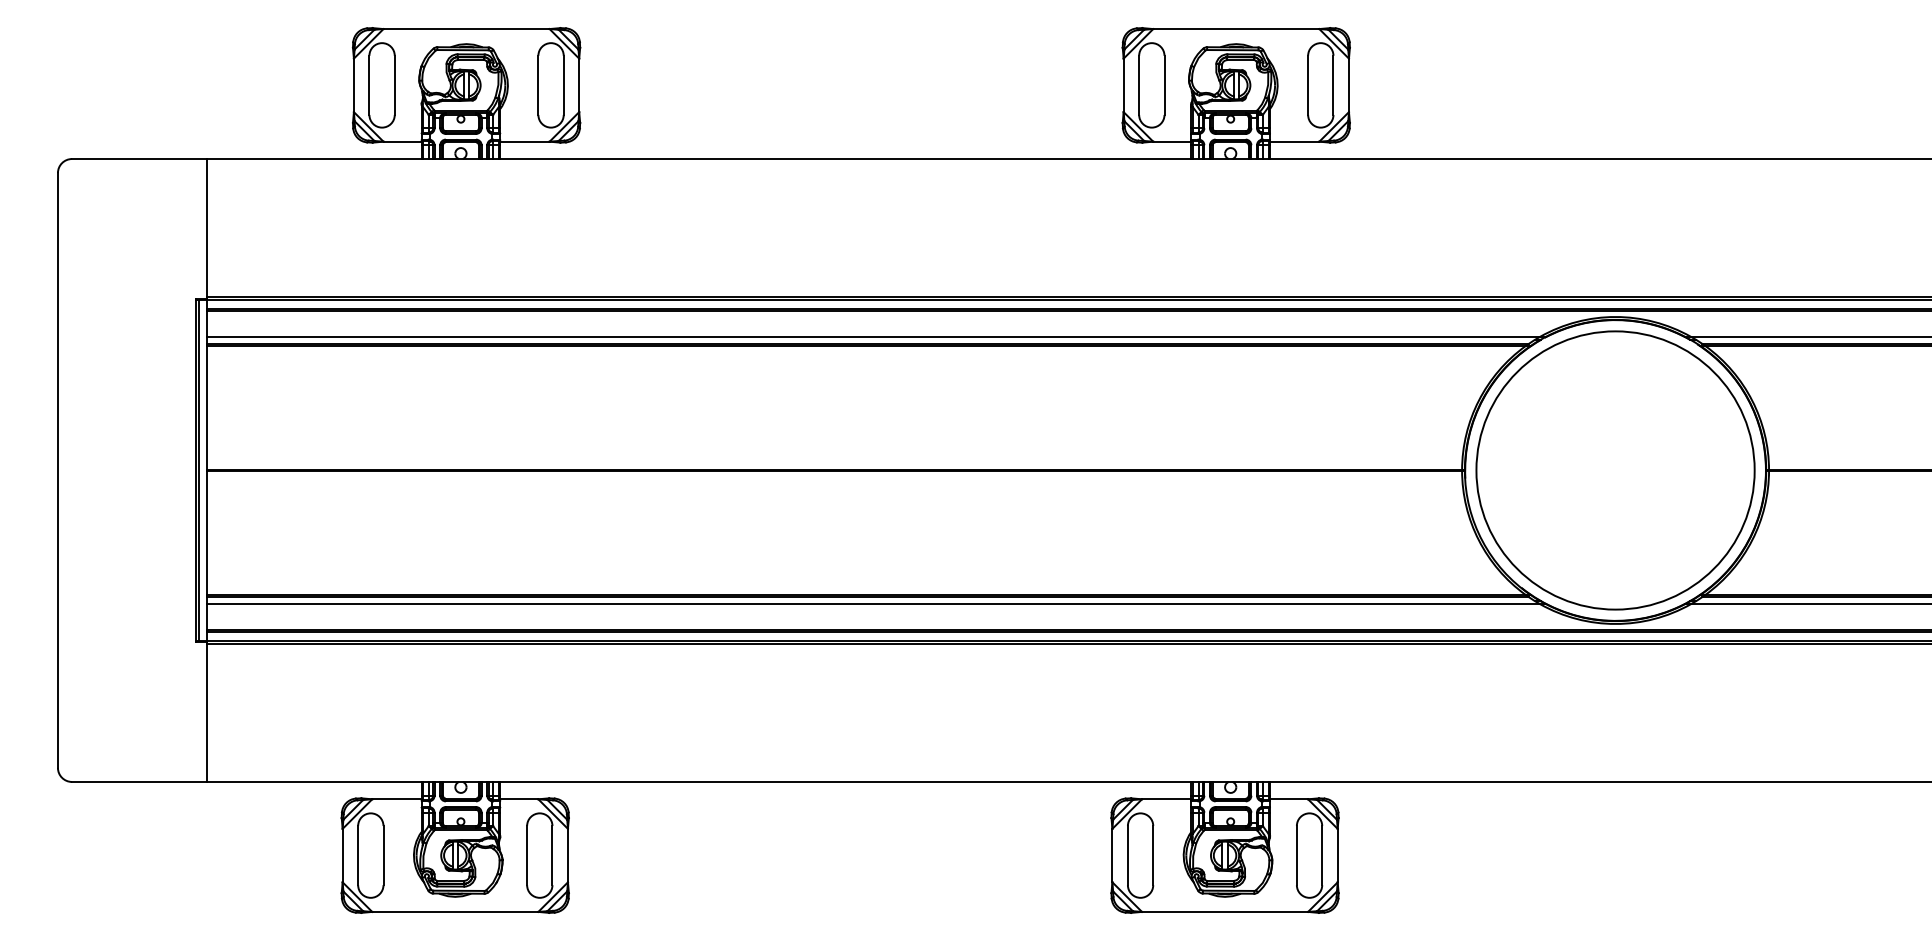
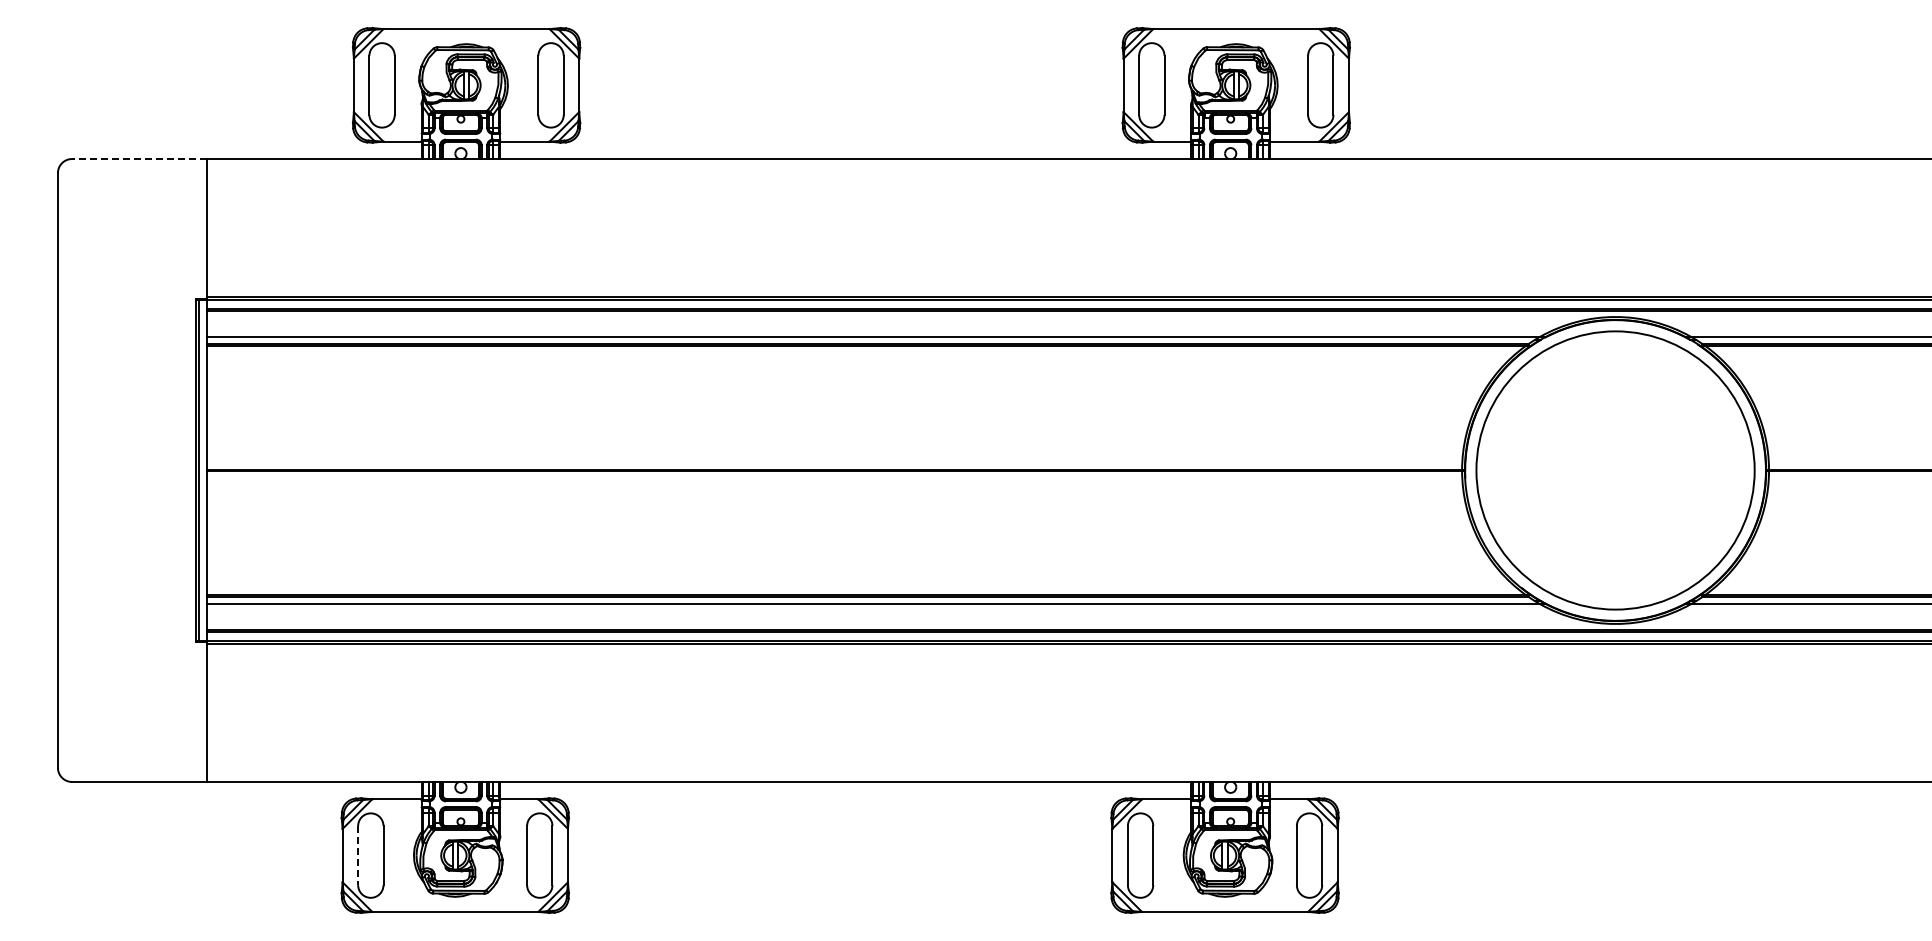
line at (139, 159): solid -> dashed
line at (358, 855): solid -> dashed
